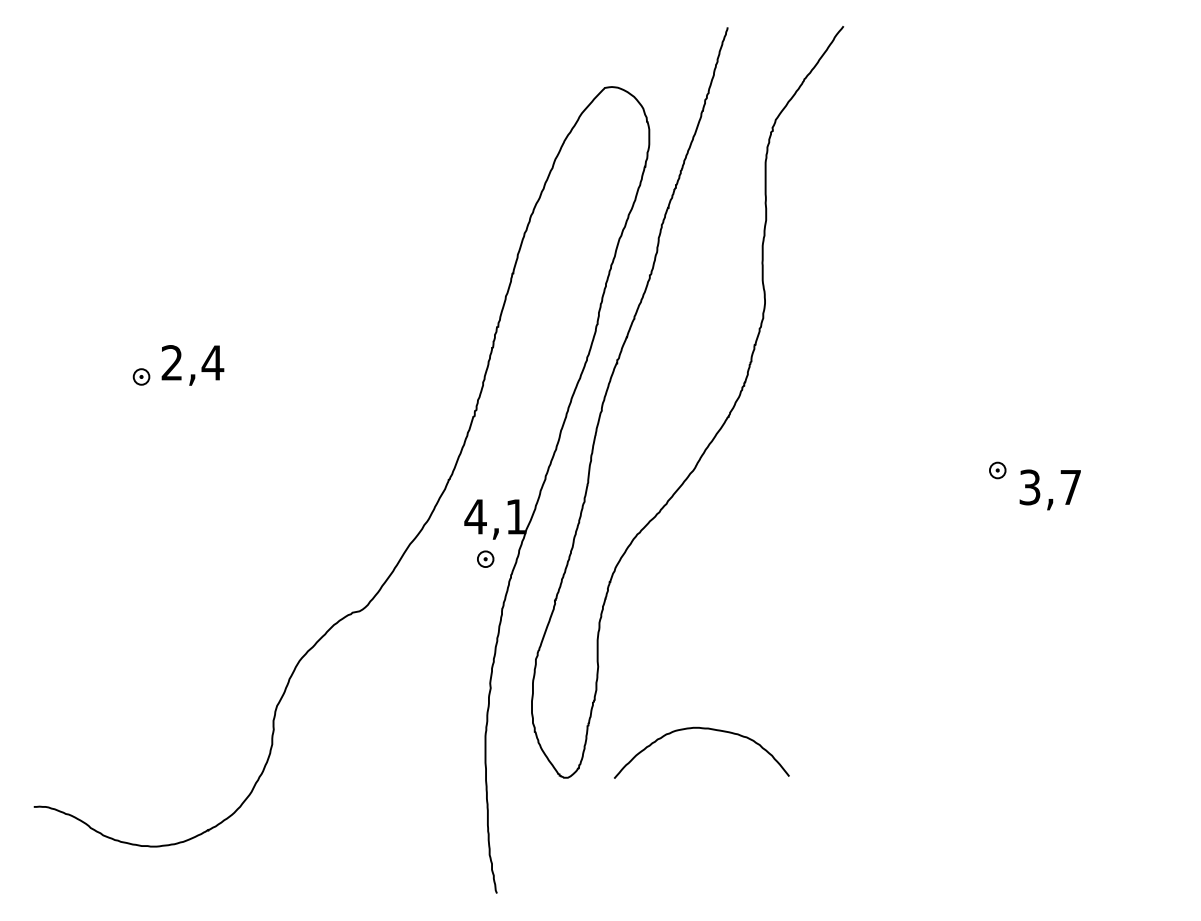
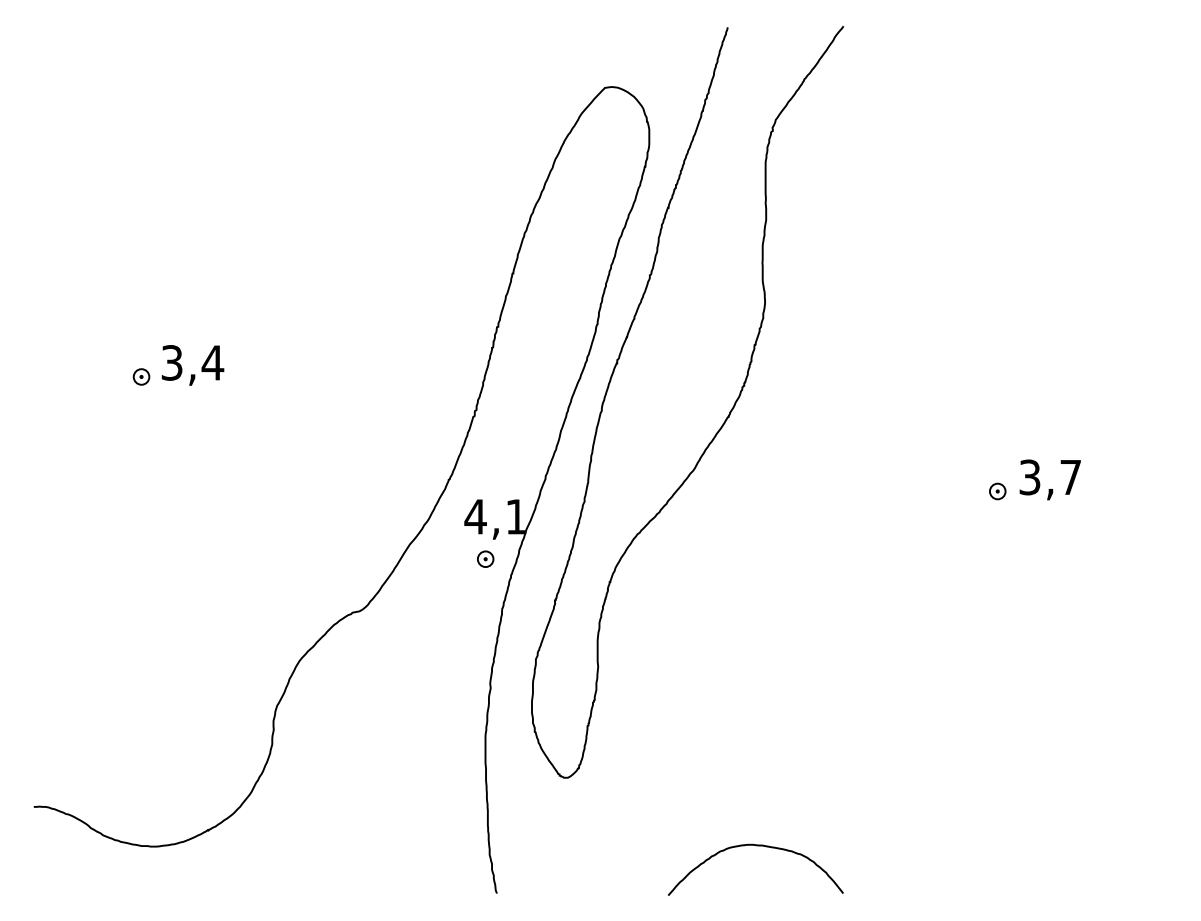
text at (171, 362): 2,4 -> 3,4
part at (997, 470) position: (997, 470) -> (997, 491)
text at (1049, 489) position: (1049, 489) -> (1049, 479)
curve at (702, 729) position: (702, 729) -> (756, 846)
